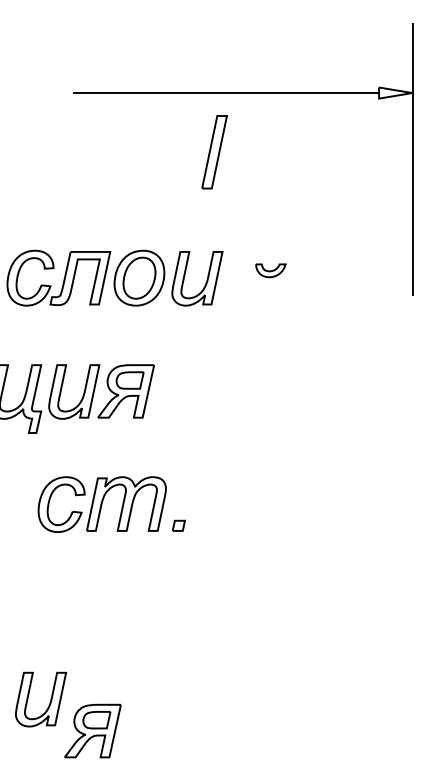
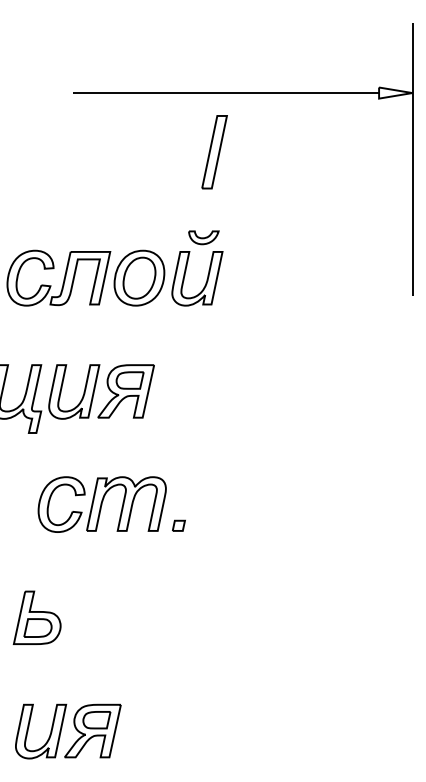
part at (270, 270) position: (270, 270) -> (203, 237)
part at (36, 617): none -> present
part at (49, 702) position: (49, 702) -> (49, 734)
